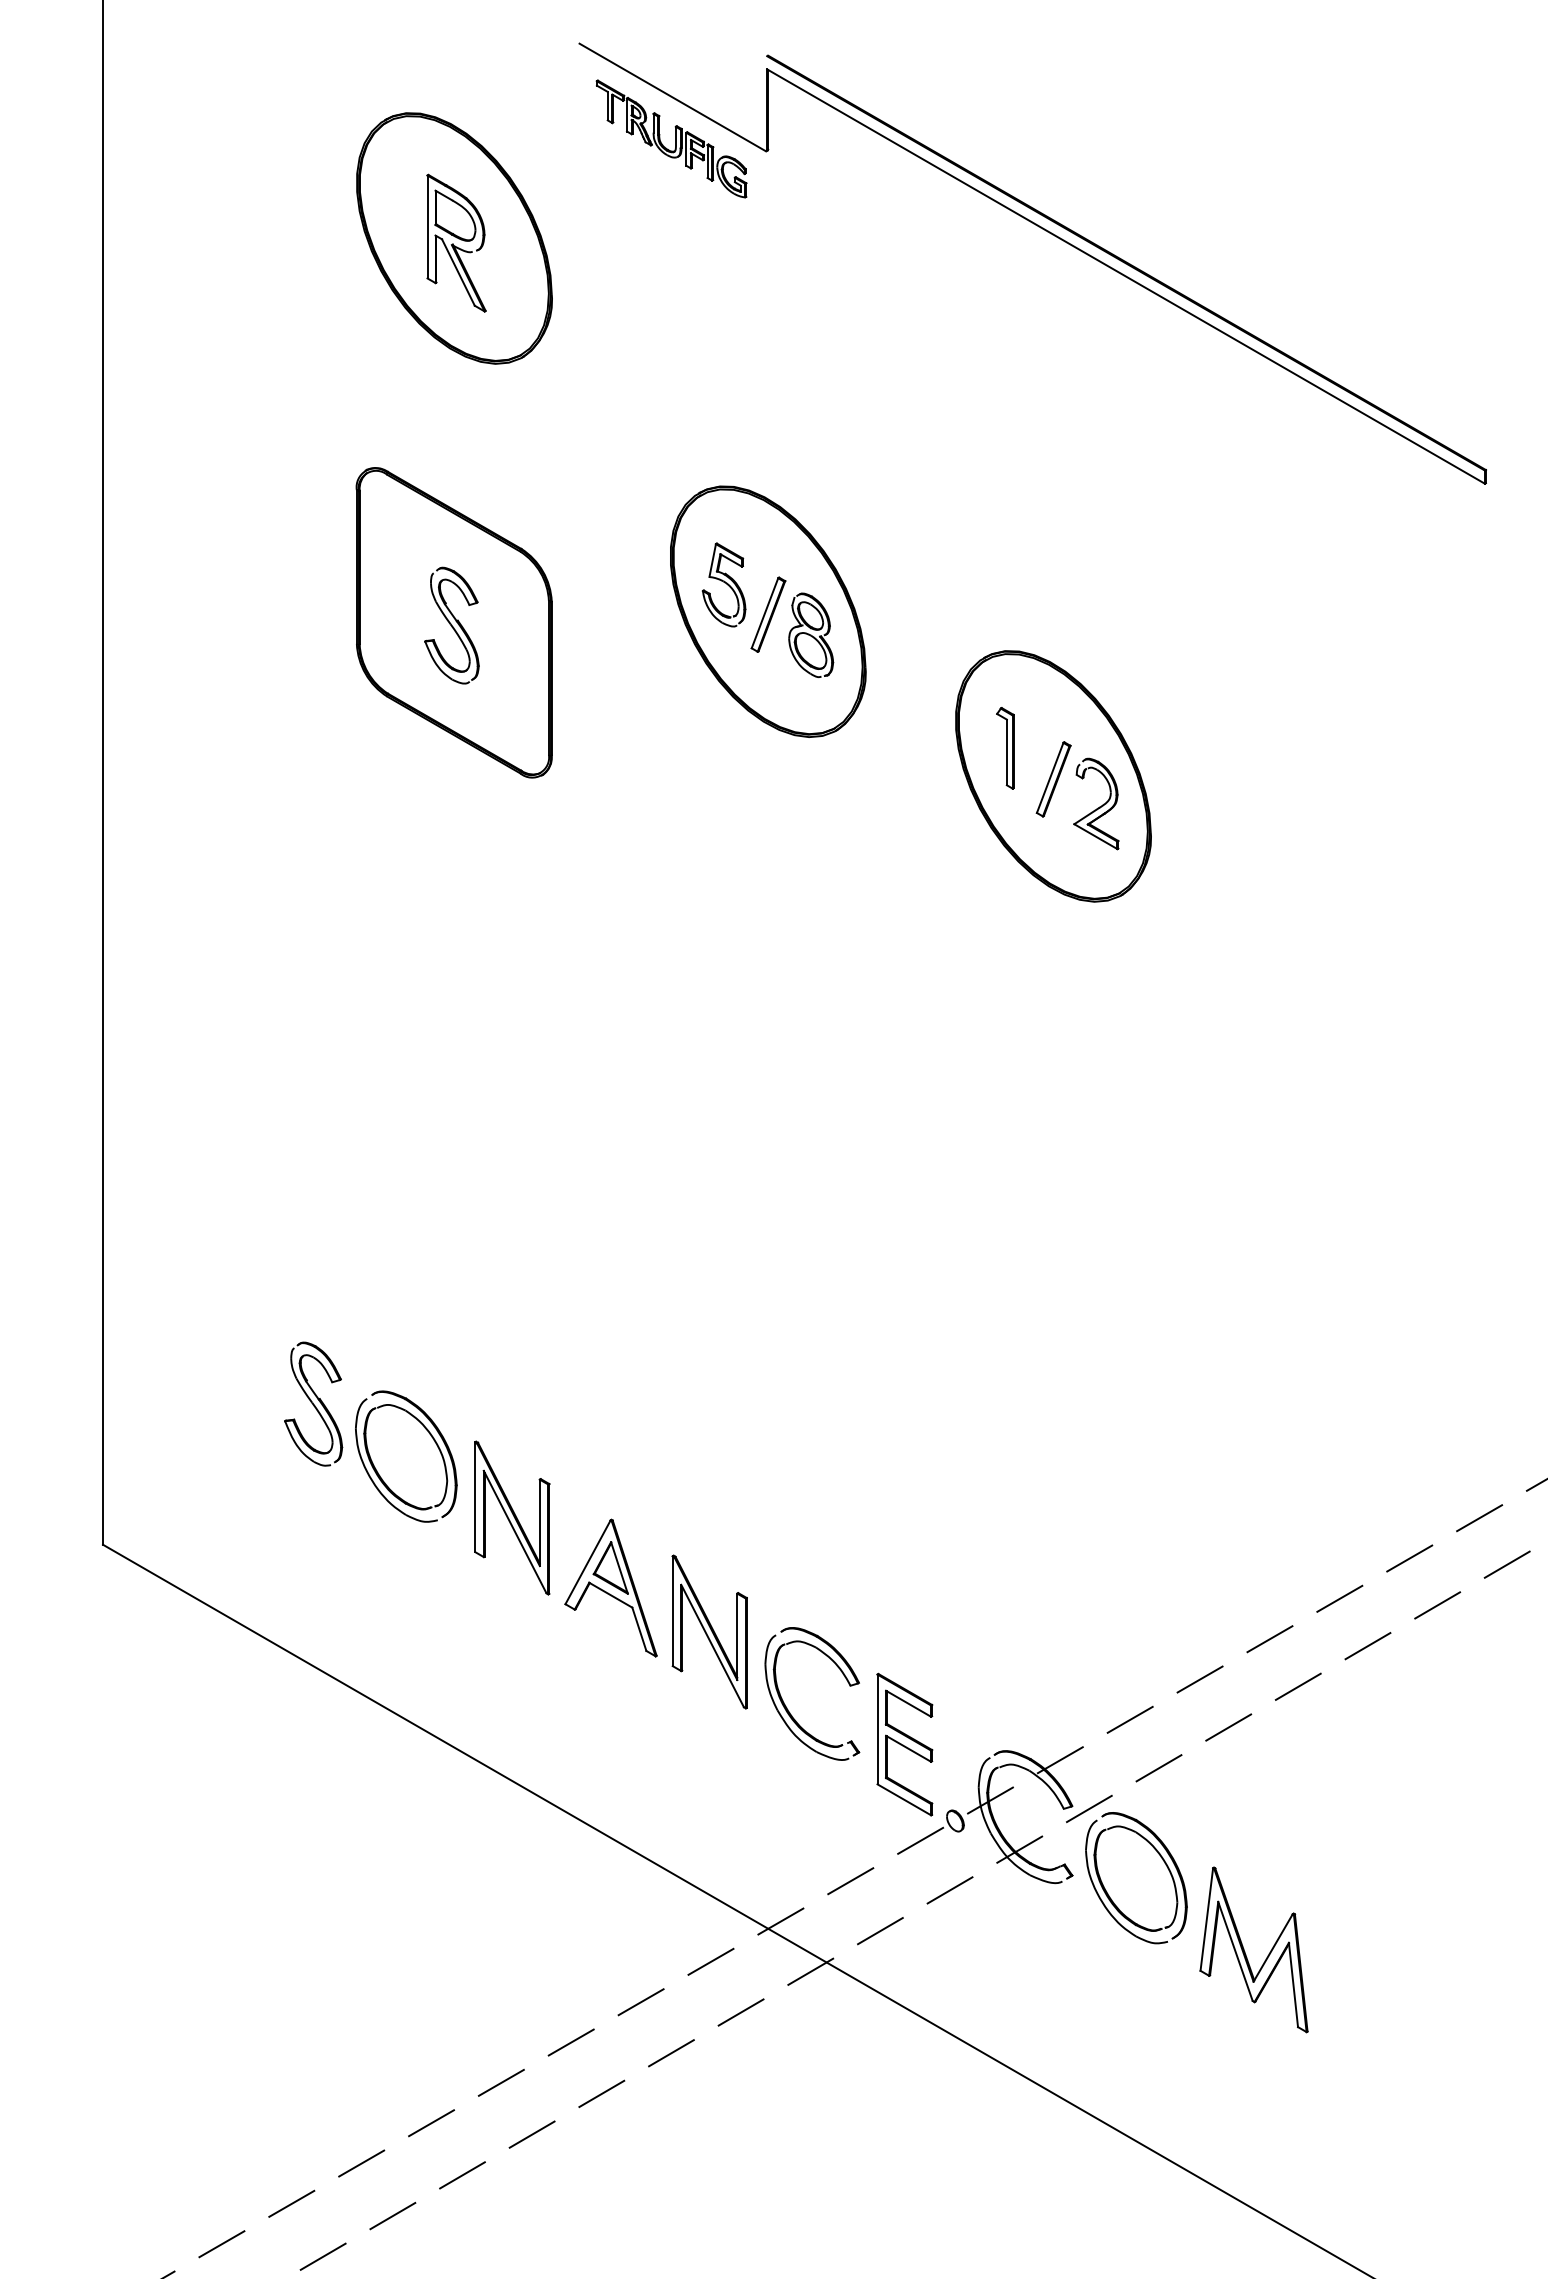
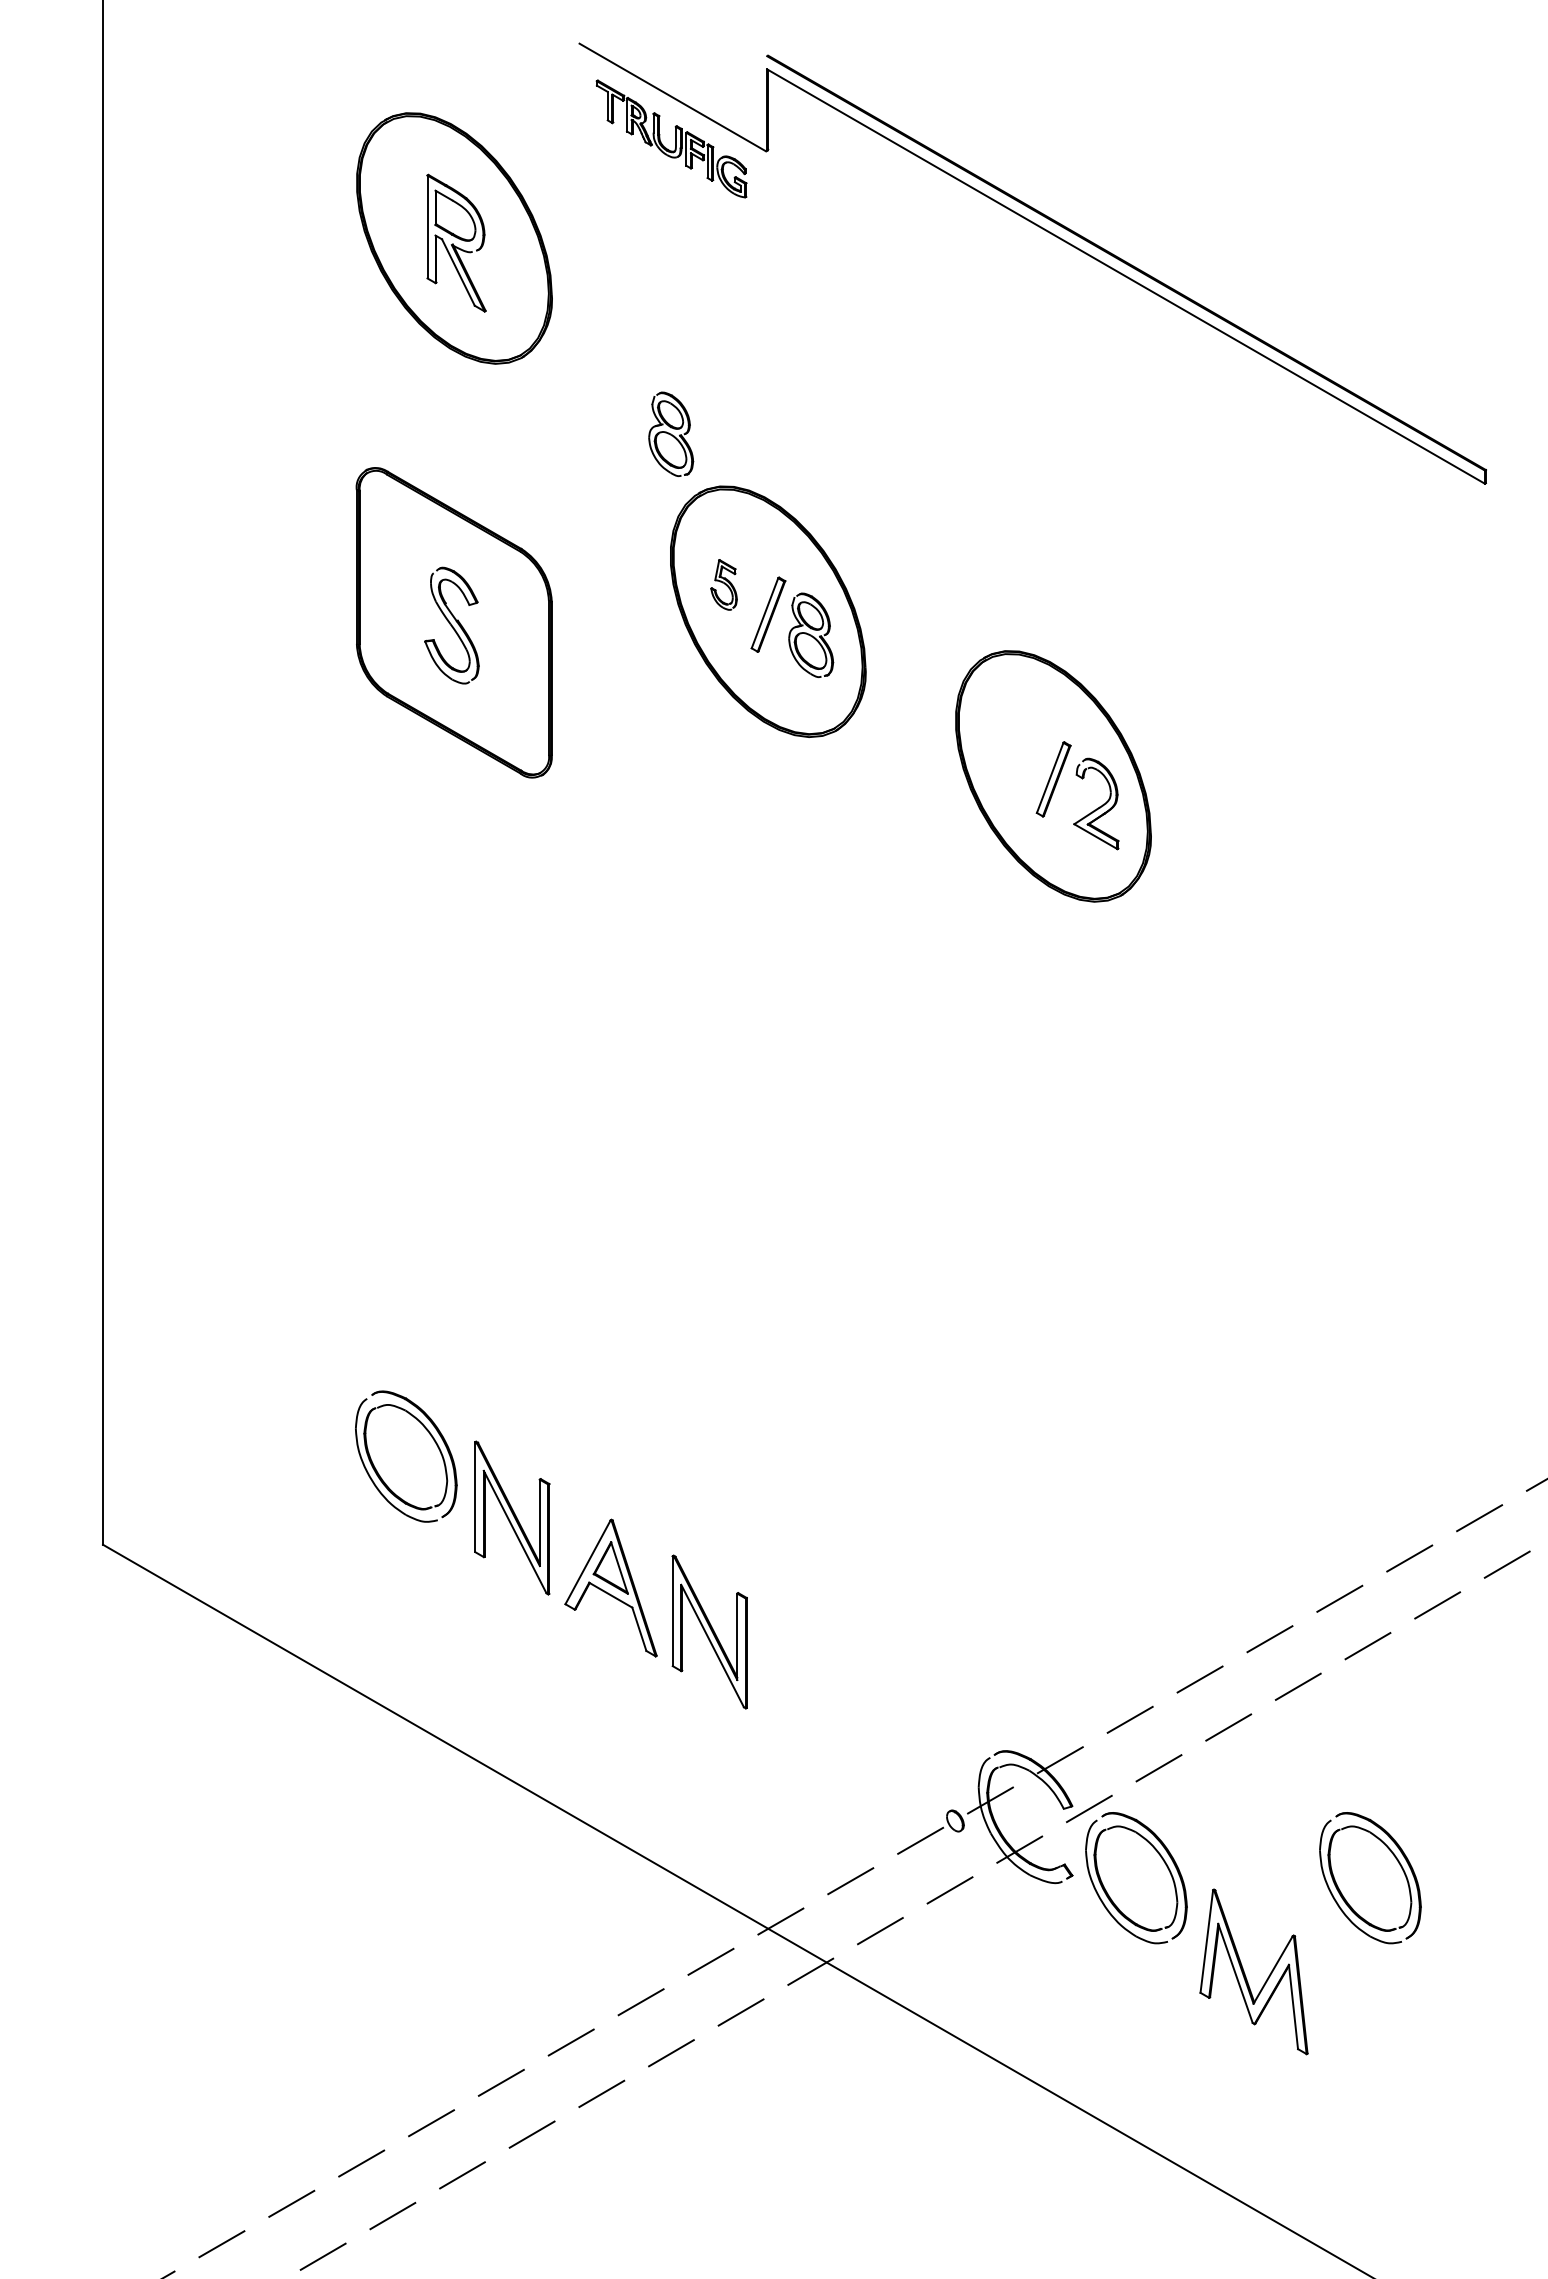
part at (671, 433): none -> present
part at (723, 584) size: 46x86 px -> 28x52 px
part at (1005, 748): present -> none
part at (313, 1403): present -> none
part at (787, 1707): present -> none
part at (904, 1744): present -> none
part at (1396, 1860): none -> present
part at (1245, 1951) position: (1245, 1951) -> (1245, 1973)
